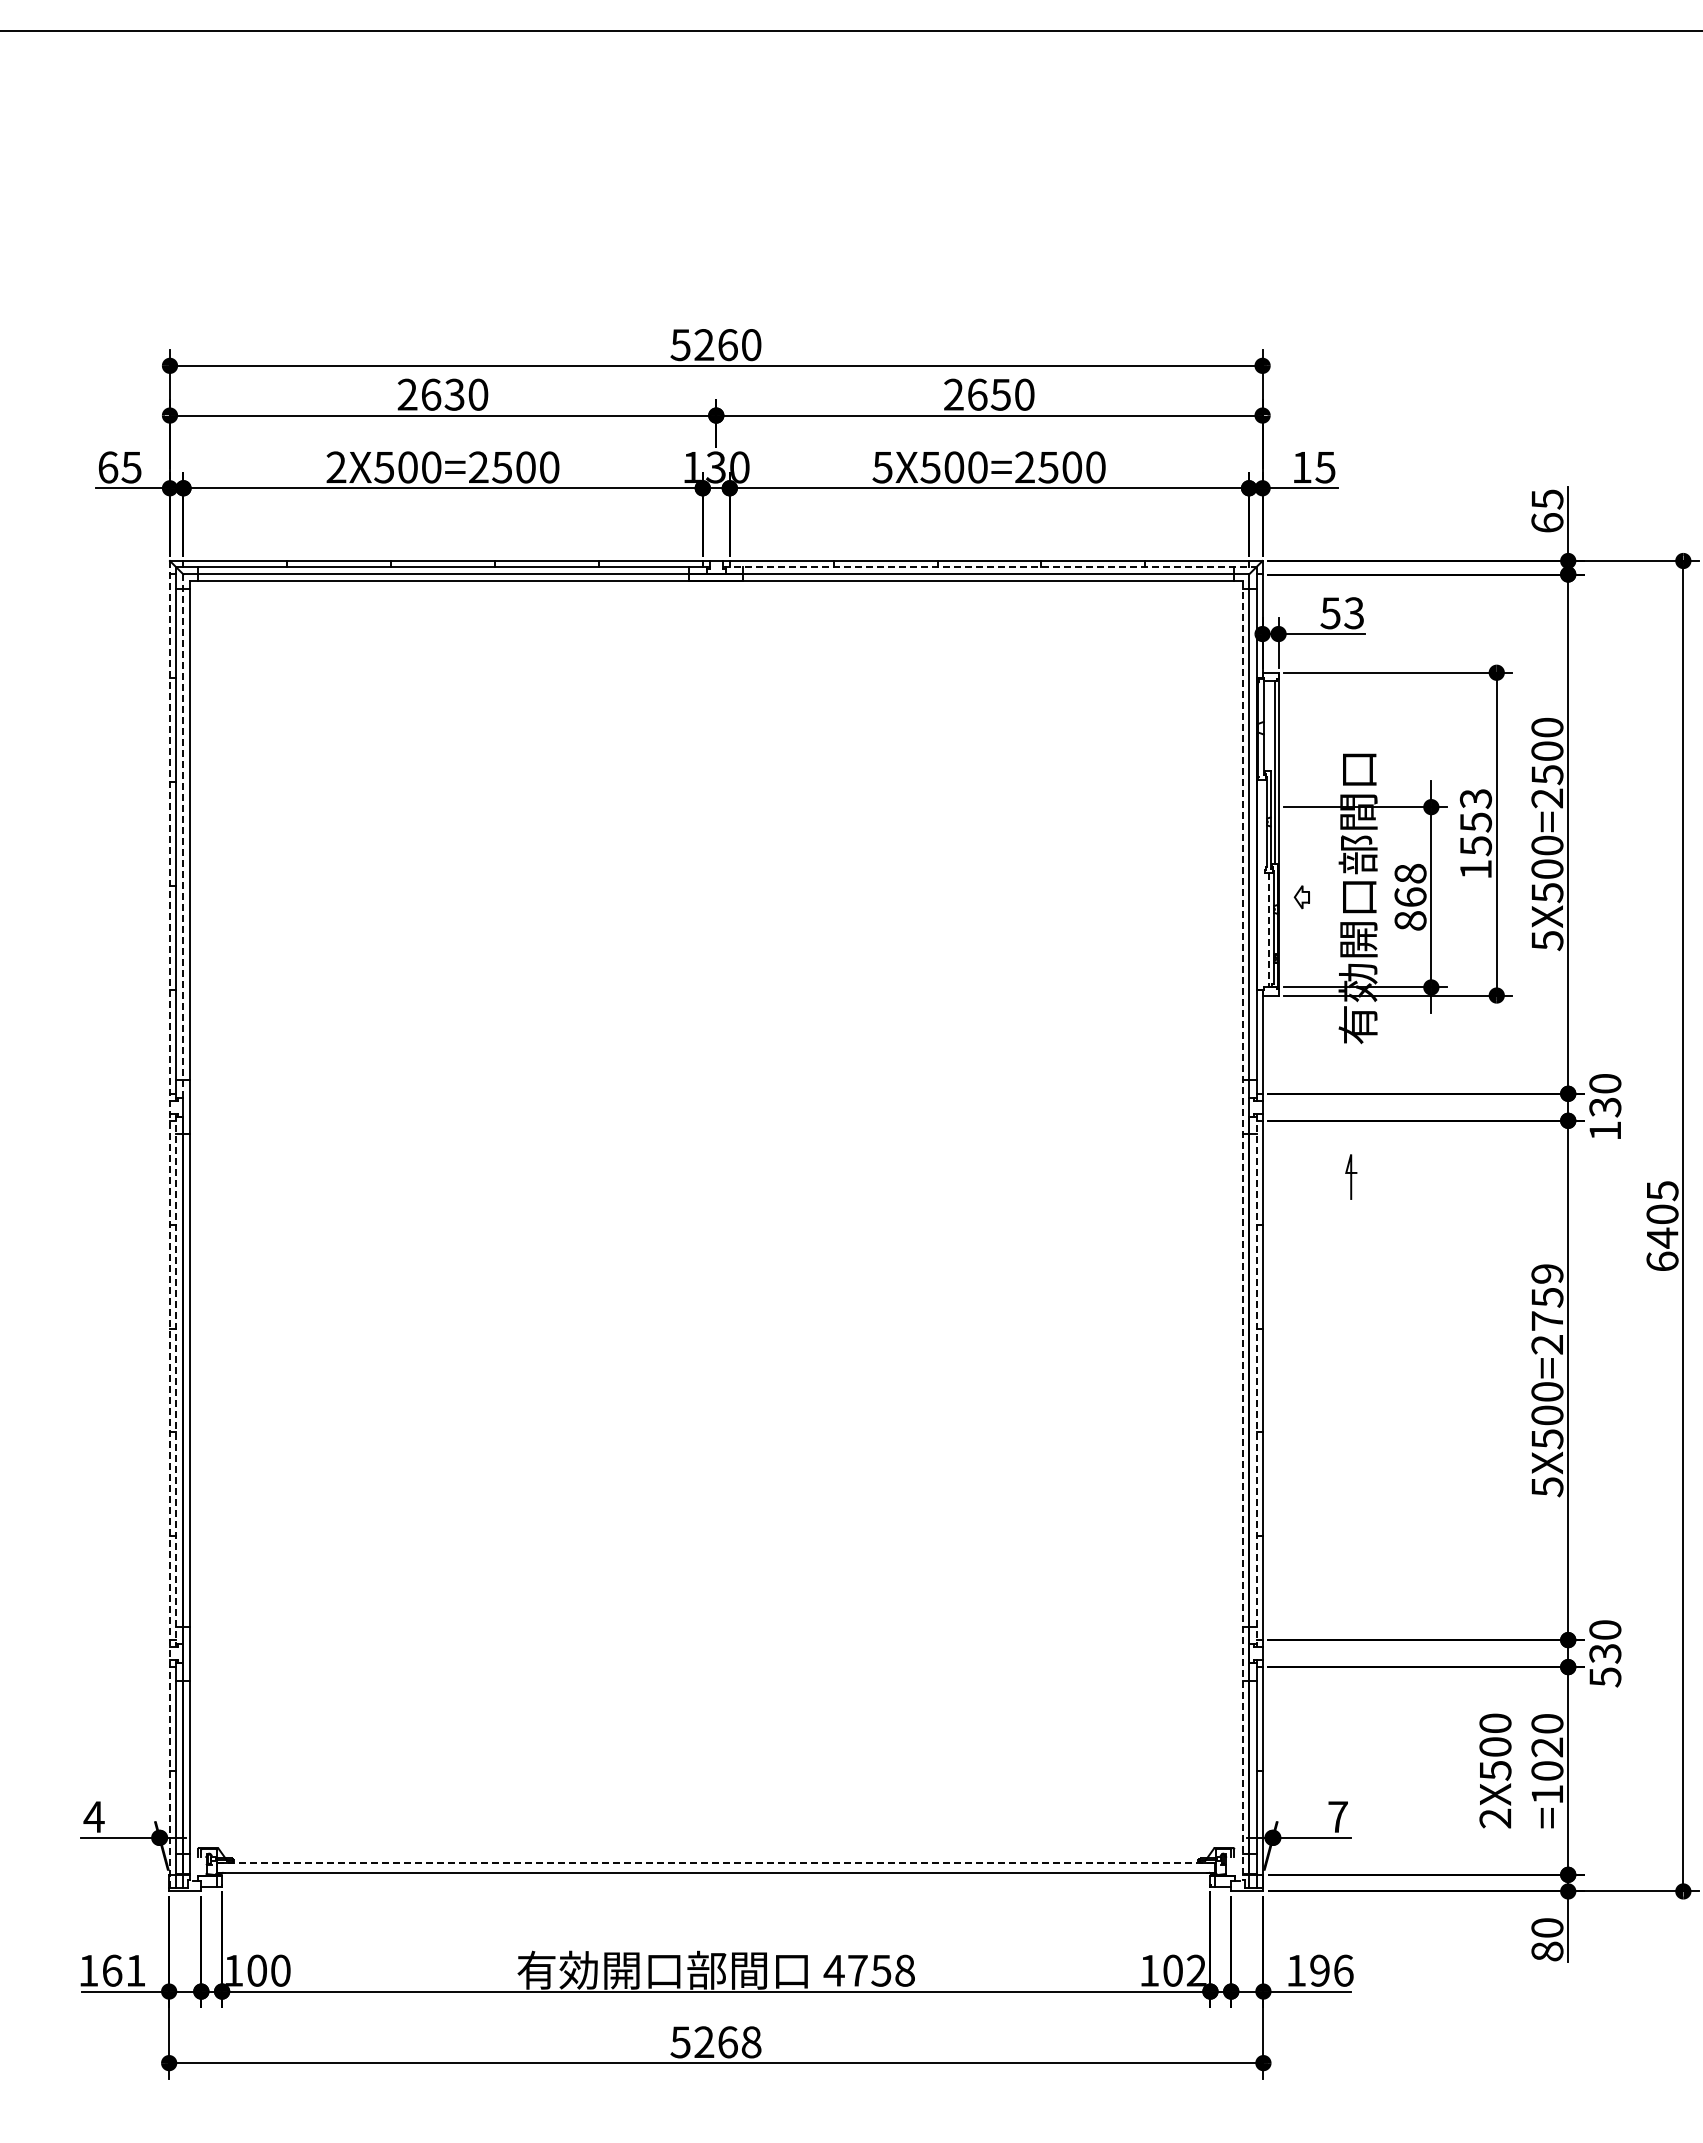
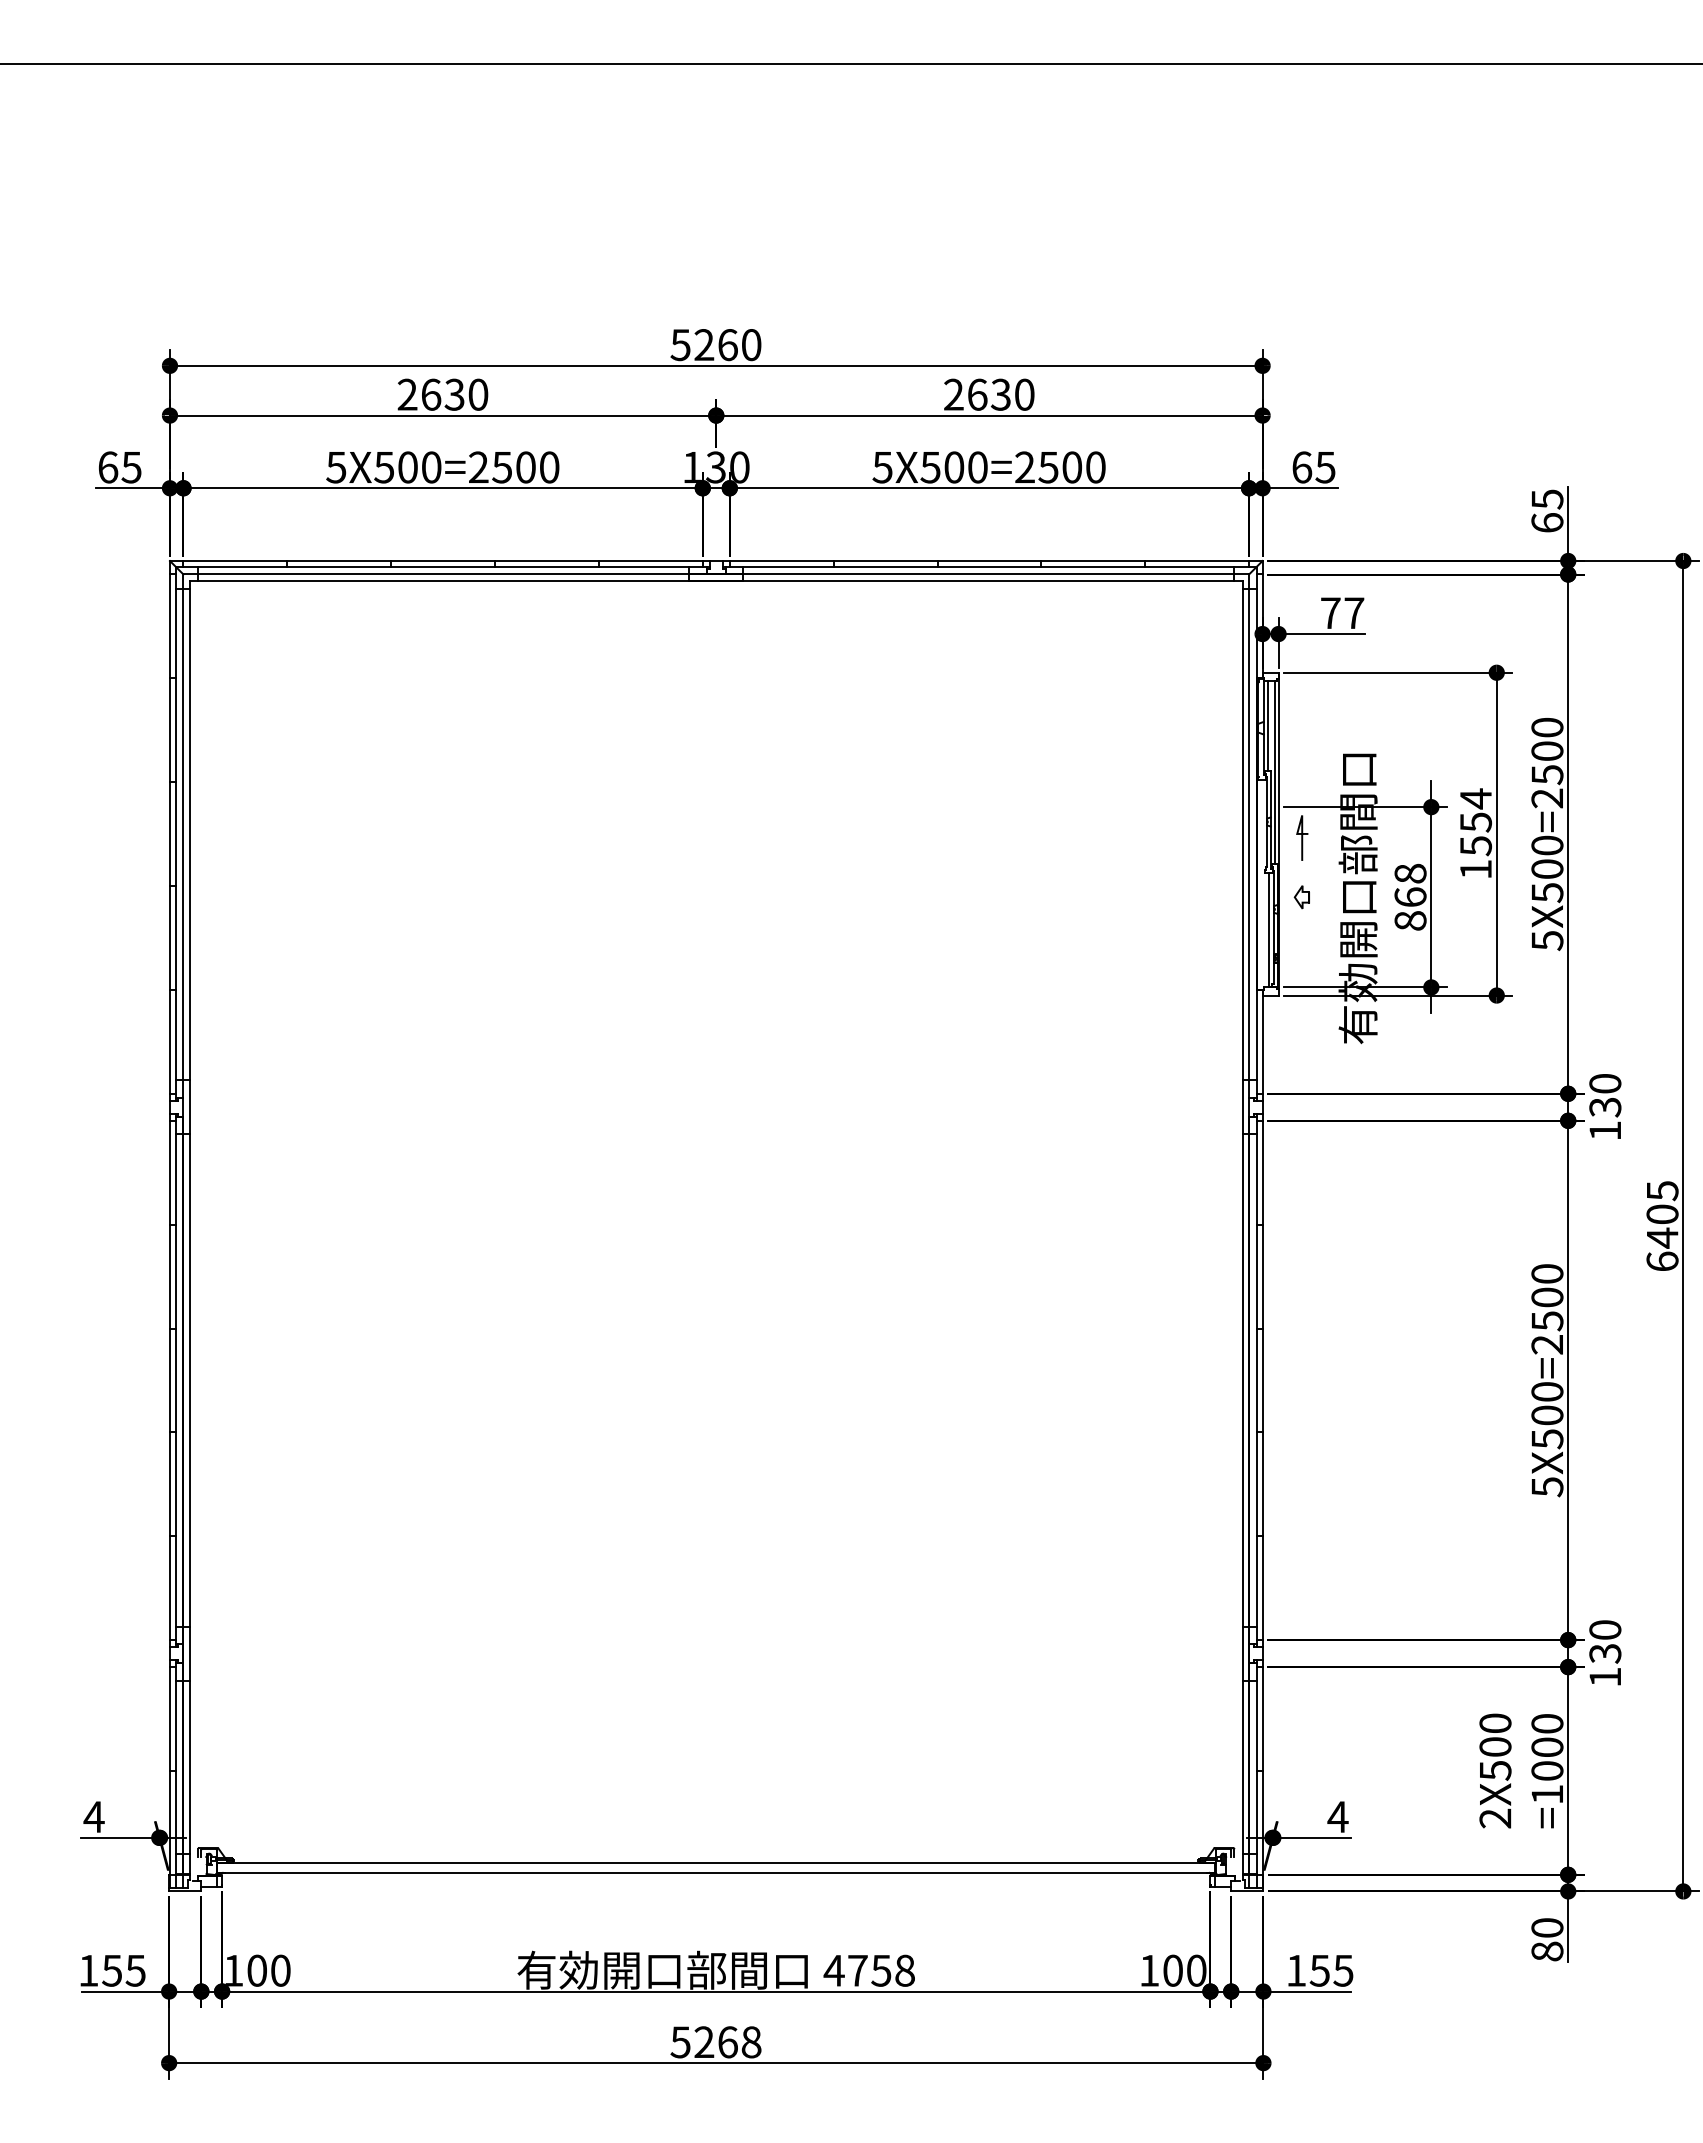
line at (850, 31) position: (850, 31) -> (850, 64)
text at (1000, 394): 2650 -> 2630
text at (336, 467): 2X500=2500 -> 5X500=2500
text at (1302, 467): 15 -> 65
line at (989, 566): dashed -> solid
text at (1342, 613): 53 -> 77
line at (1267, 725): none -> present
text at (1475, 798): 1553 -> 1554
line at (183, 836): dashed -> solid
line at (1268, 930): dashed -> solid
line at (1351, 1176) position: (1351, 1176) -> (1302, 837)
line at (169, 1224): dashed -> solid
line at (1242, 1230): dashed -> solid
text at (1547, 1297): 5X500=2759 -> 5X500=2500
line at (175, 1380): dashed -> solid
line at (1256, 1380): dashed -> solid
text at (1605, 1677): 530 -> 130
text at (1547, 1747): =1020 -> =1000
text at (1337, 1816): 7 -> 4
line at (716, 1862): dashed -> solid
text at (123, 1970): 161 -> 155
text at (1196, 1970): 102 -> 100
text at (1331, 1970): 196 -> 155
